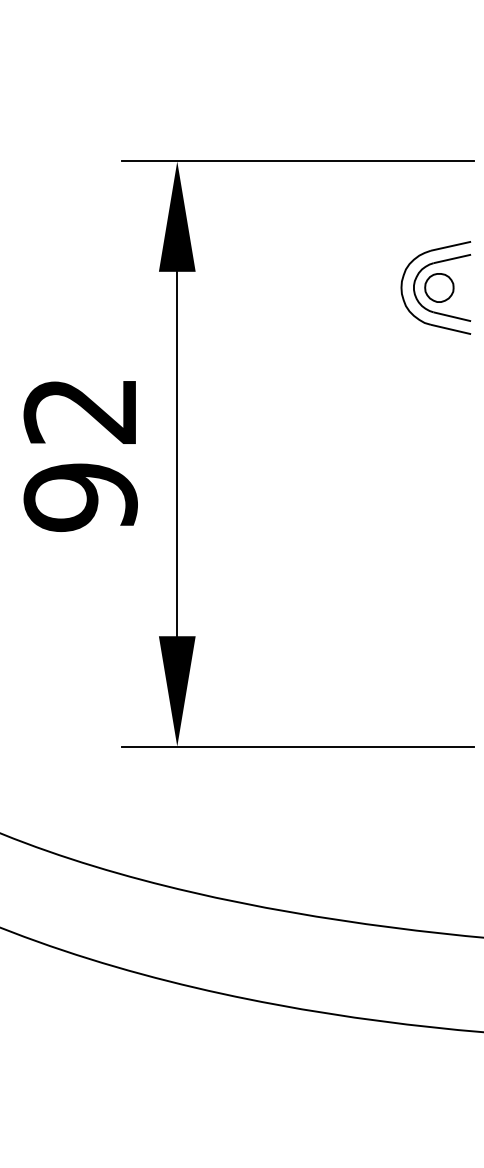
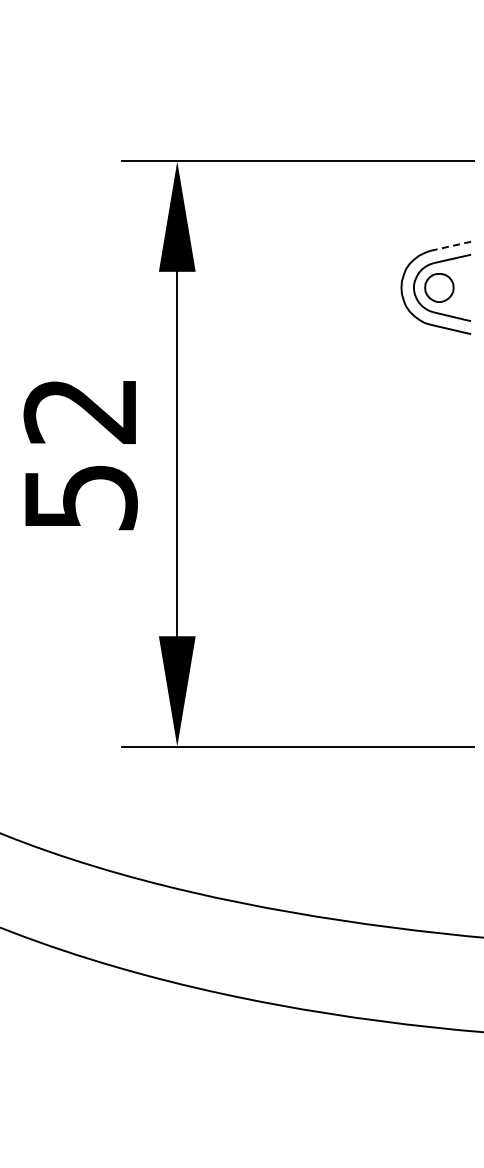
line at (450, 246): solid -> dashed
text at (80, 497): 92 -> 52
